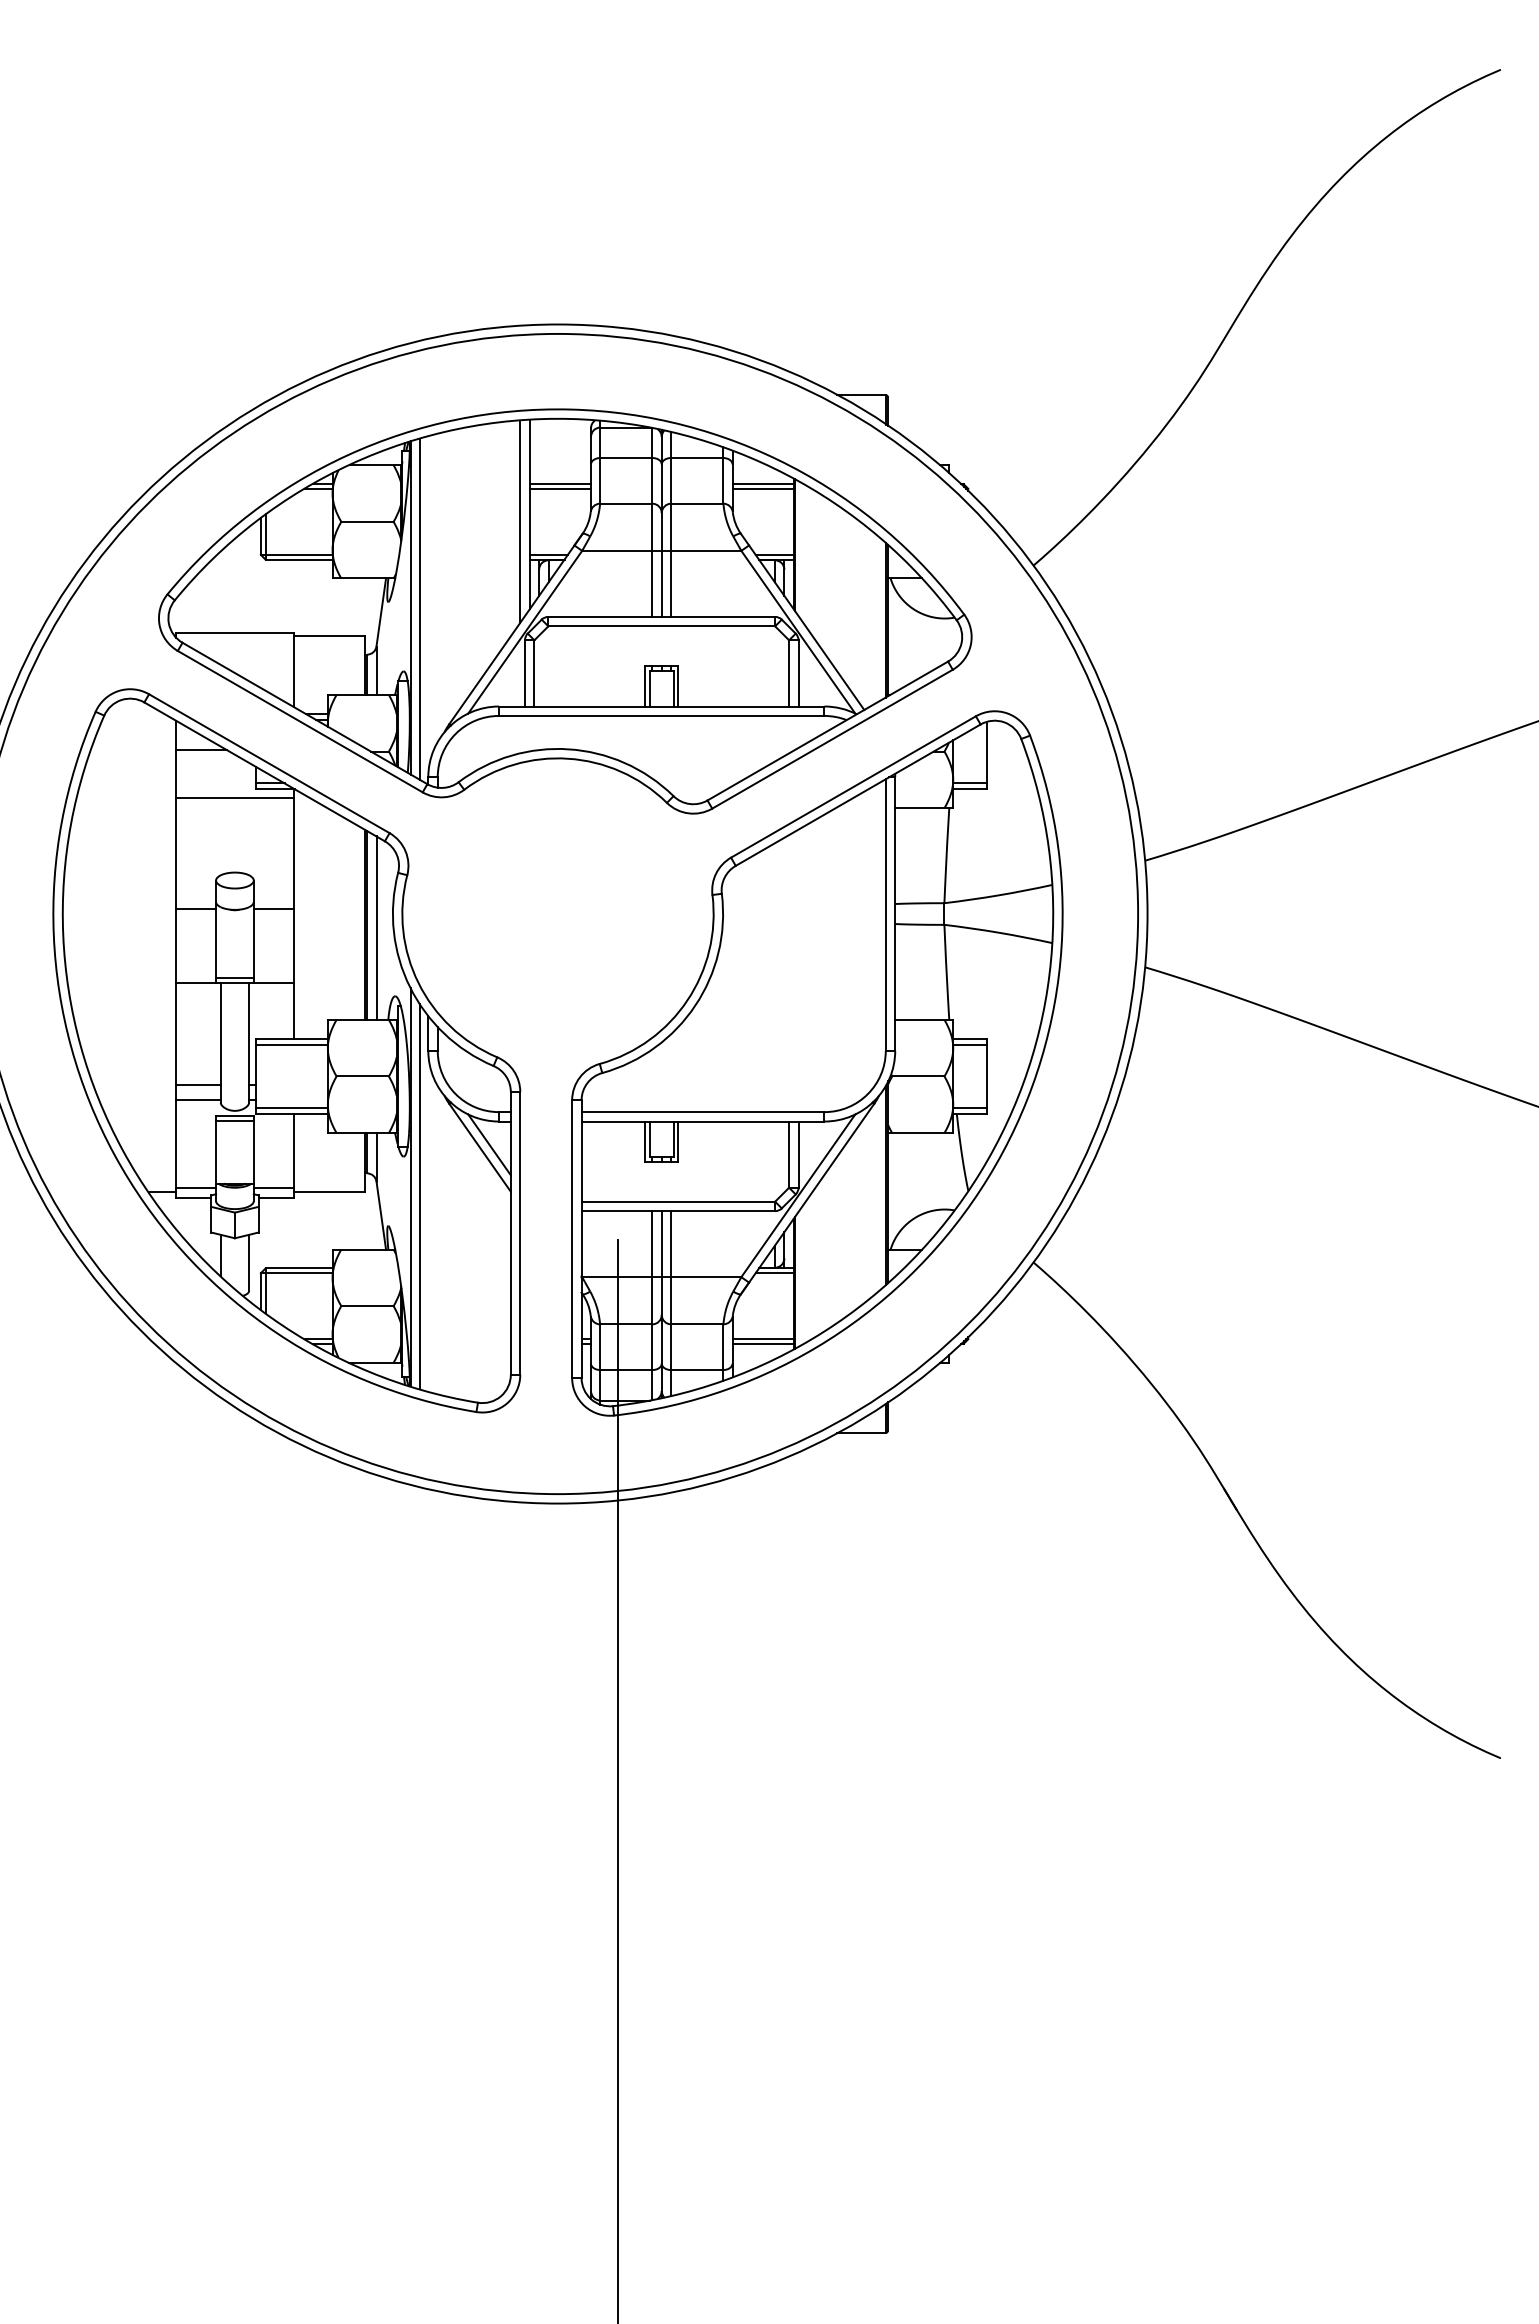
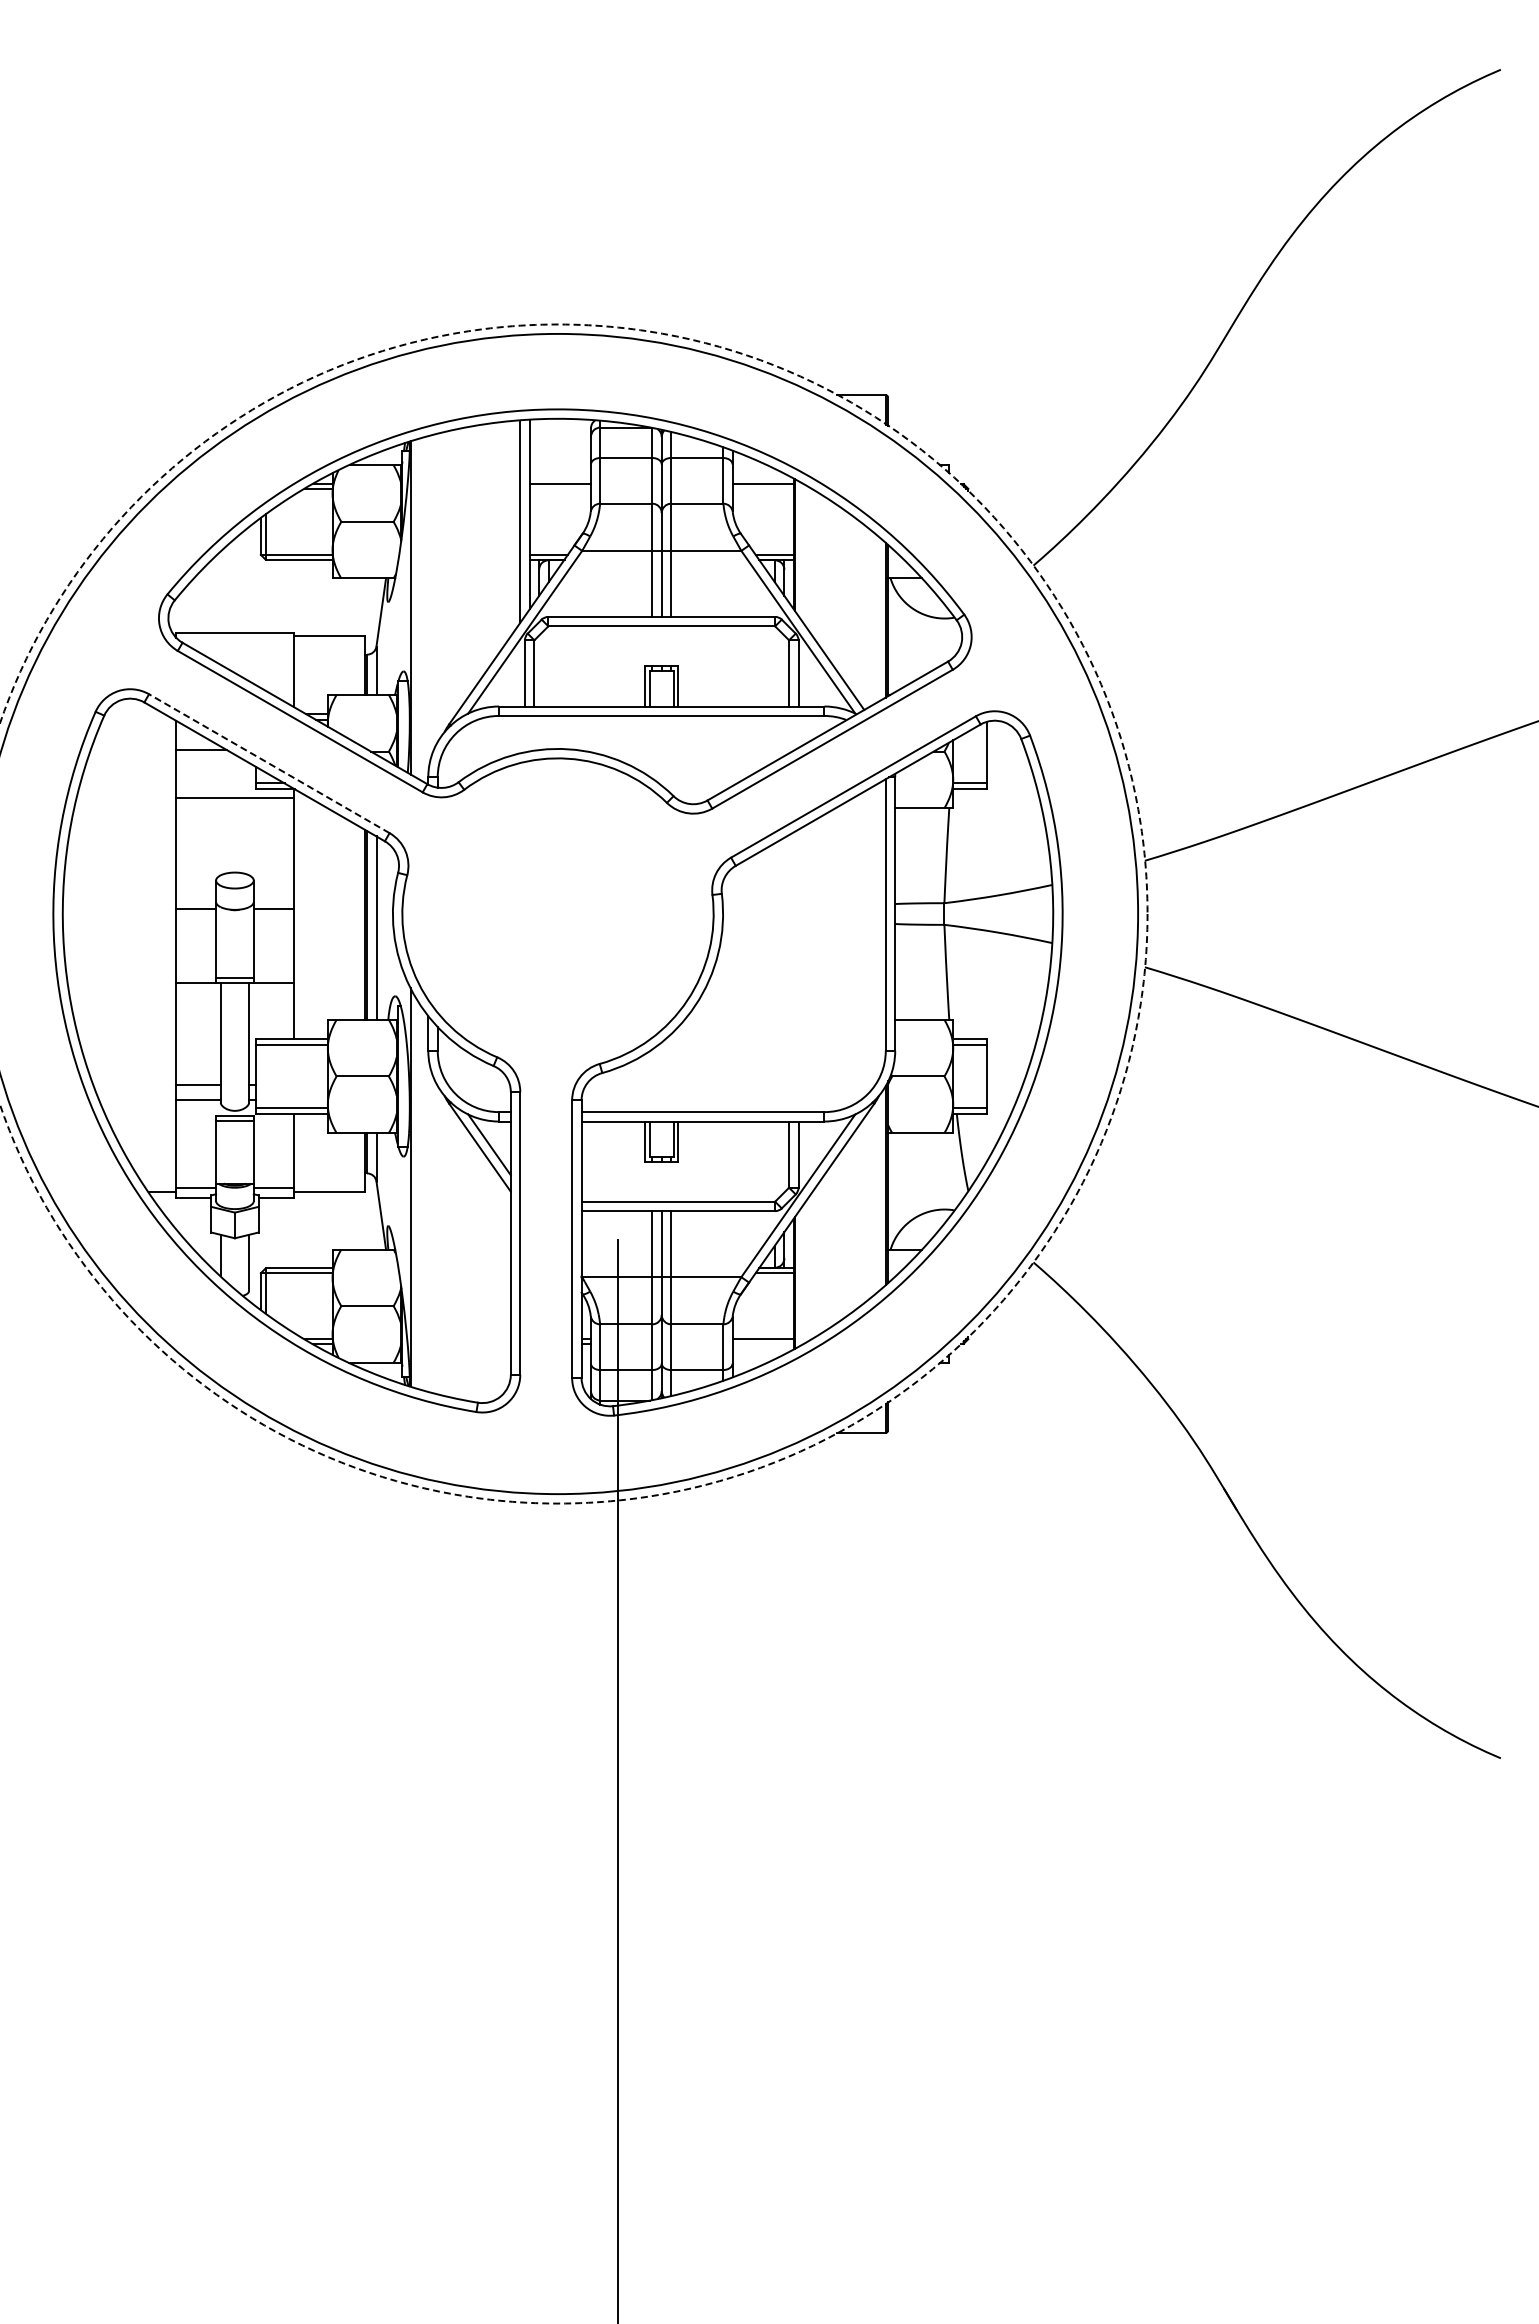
line at (560, 488): present -> none
line at (762, 488): present -> none
line at (420, 608): present -> none
line at (269, 763): solid -> dashed
circle at (573, 913): solid -> dashed
line at (420, 1196): present -> none
line at (762, 1343): present -> none
